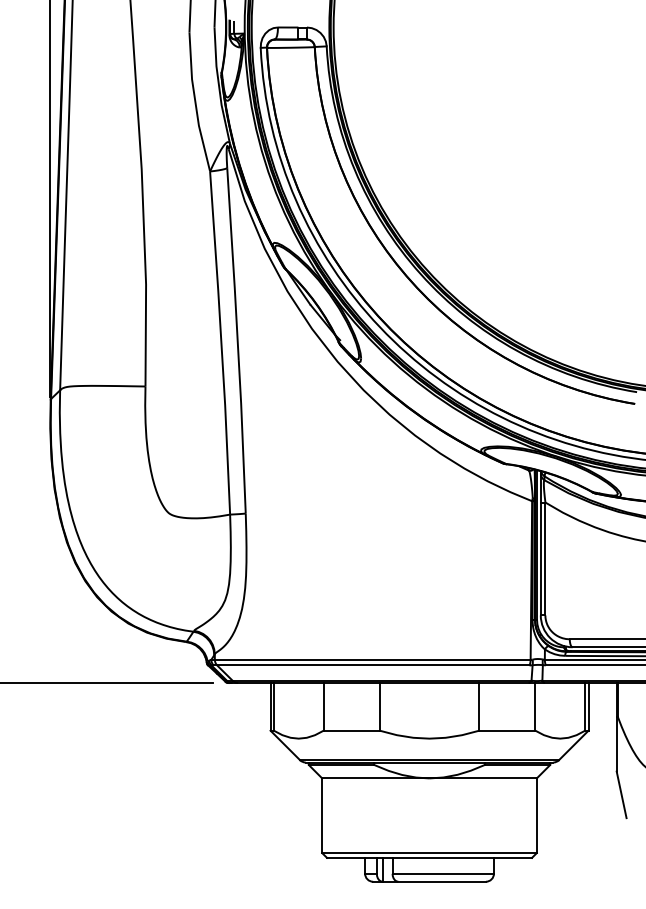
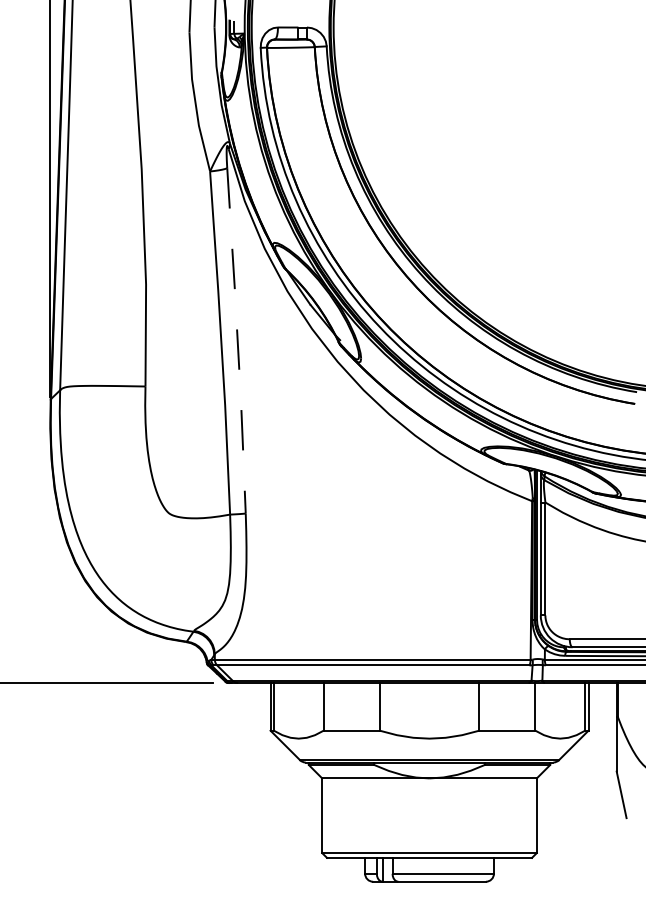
line at (237, 340): solid -> dashed
